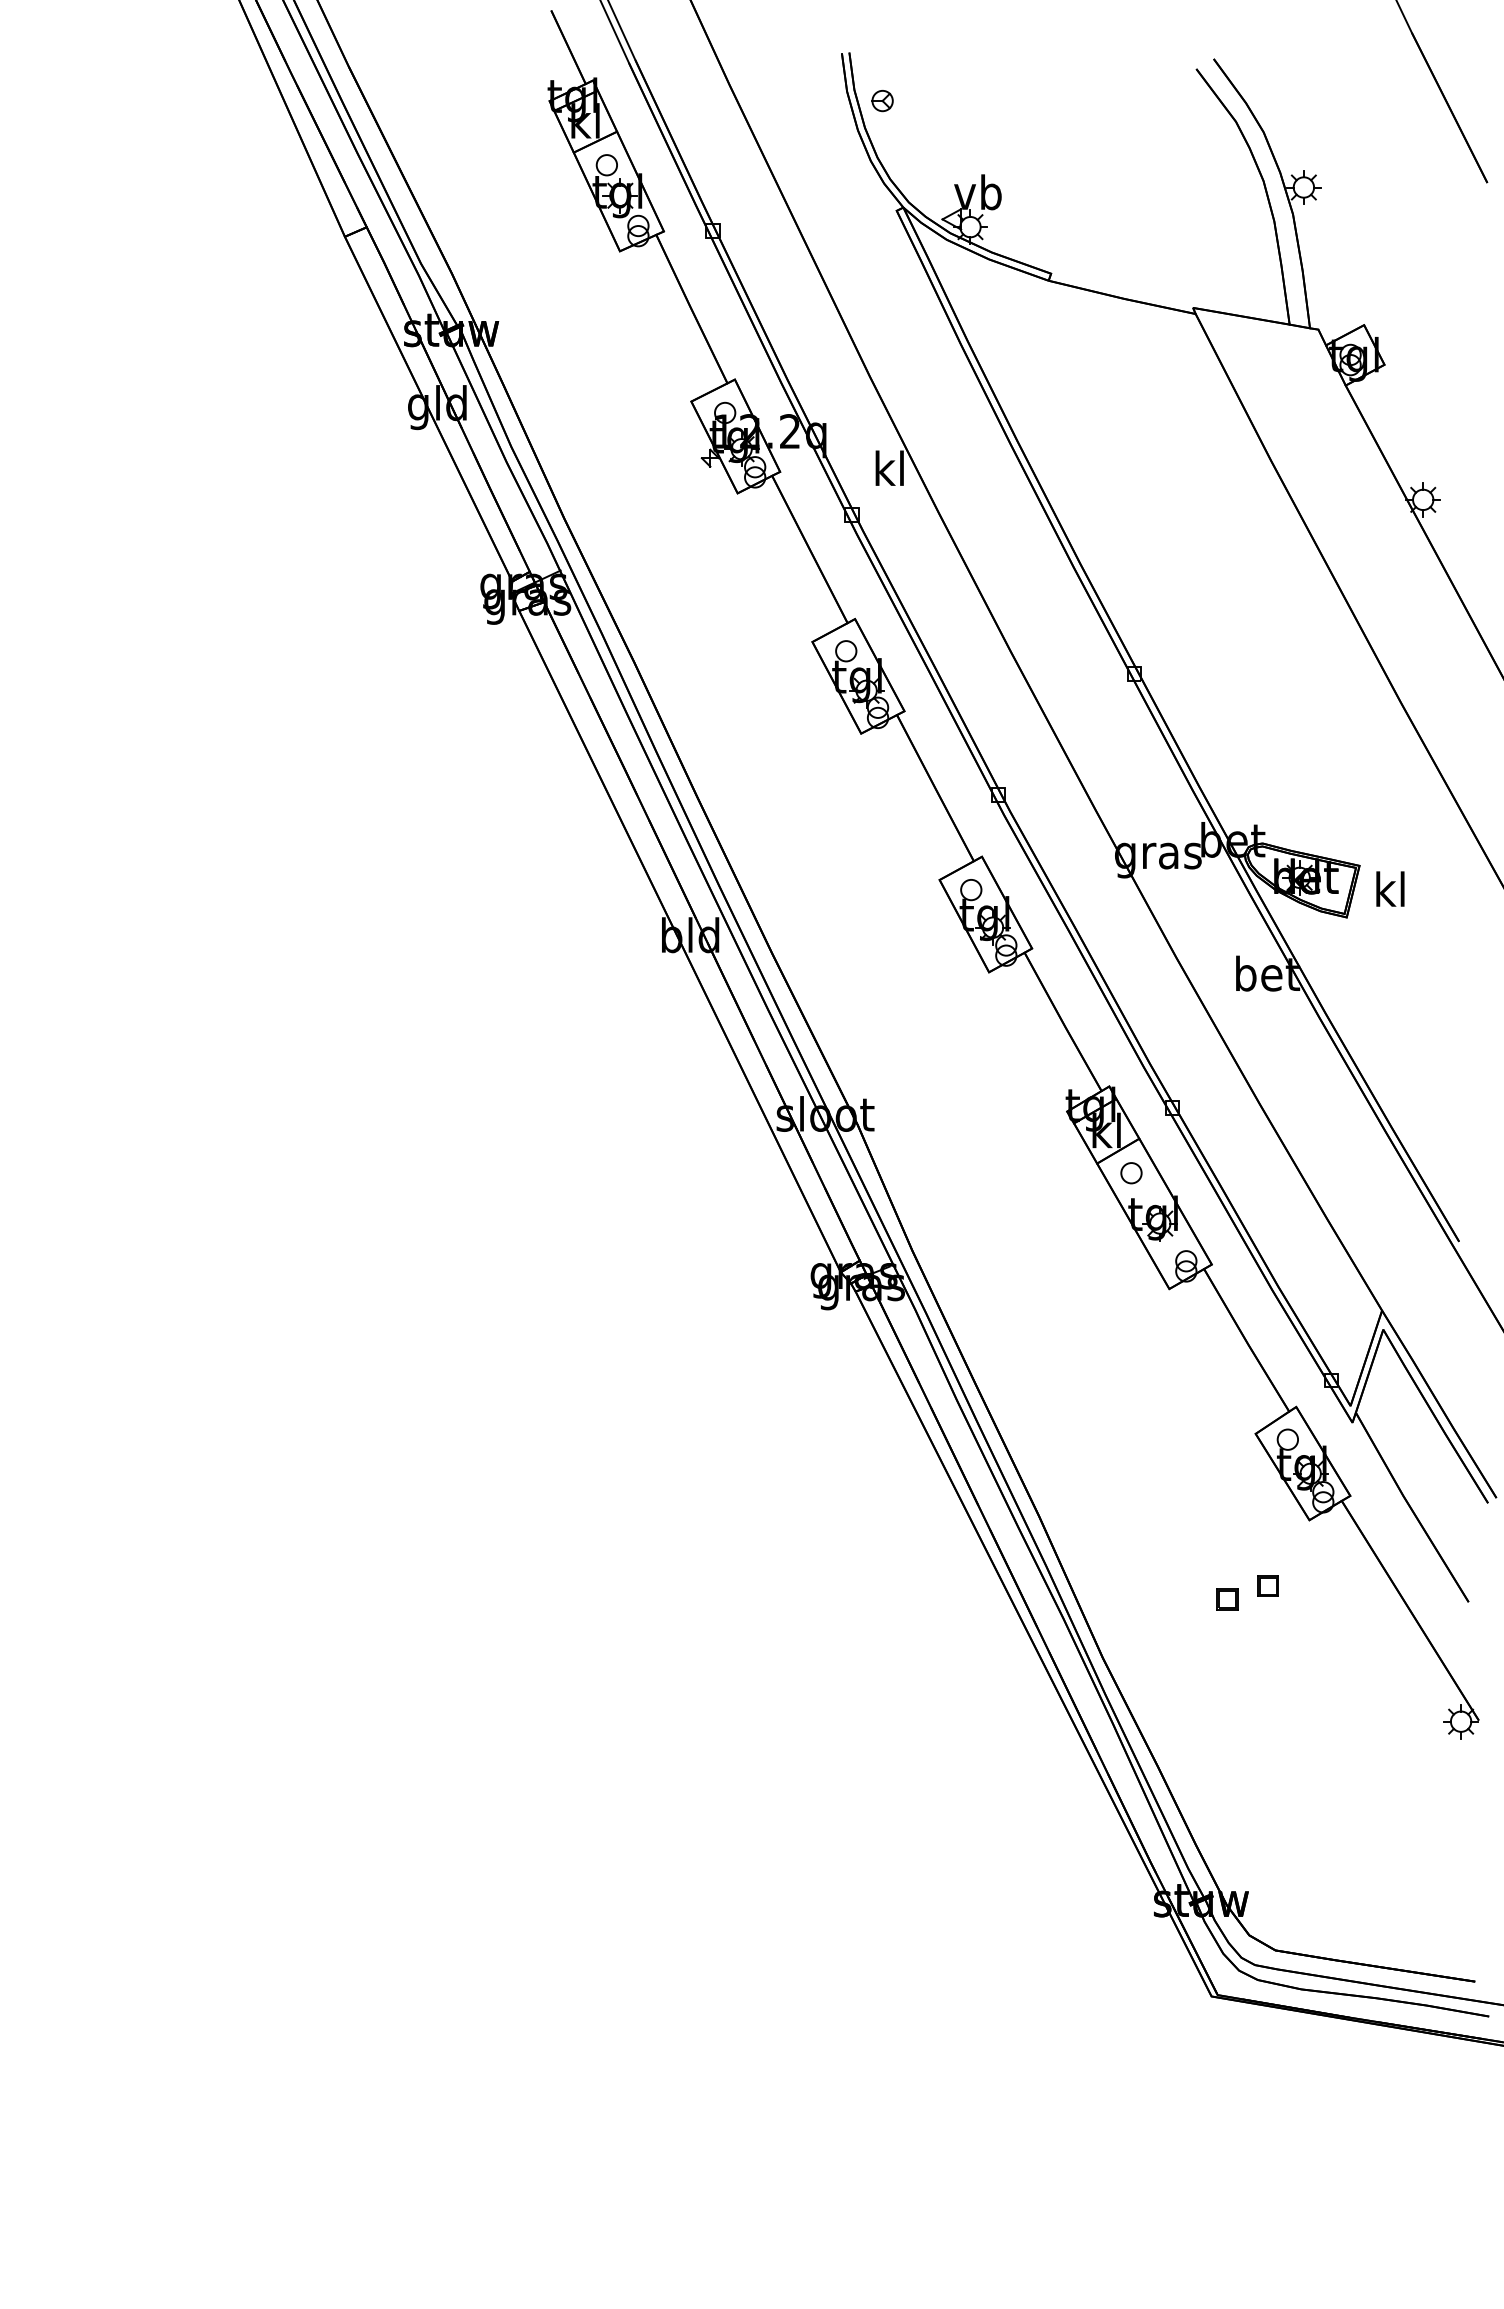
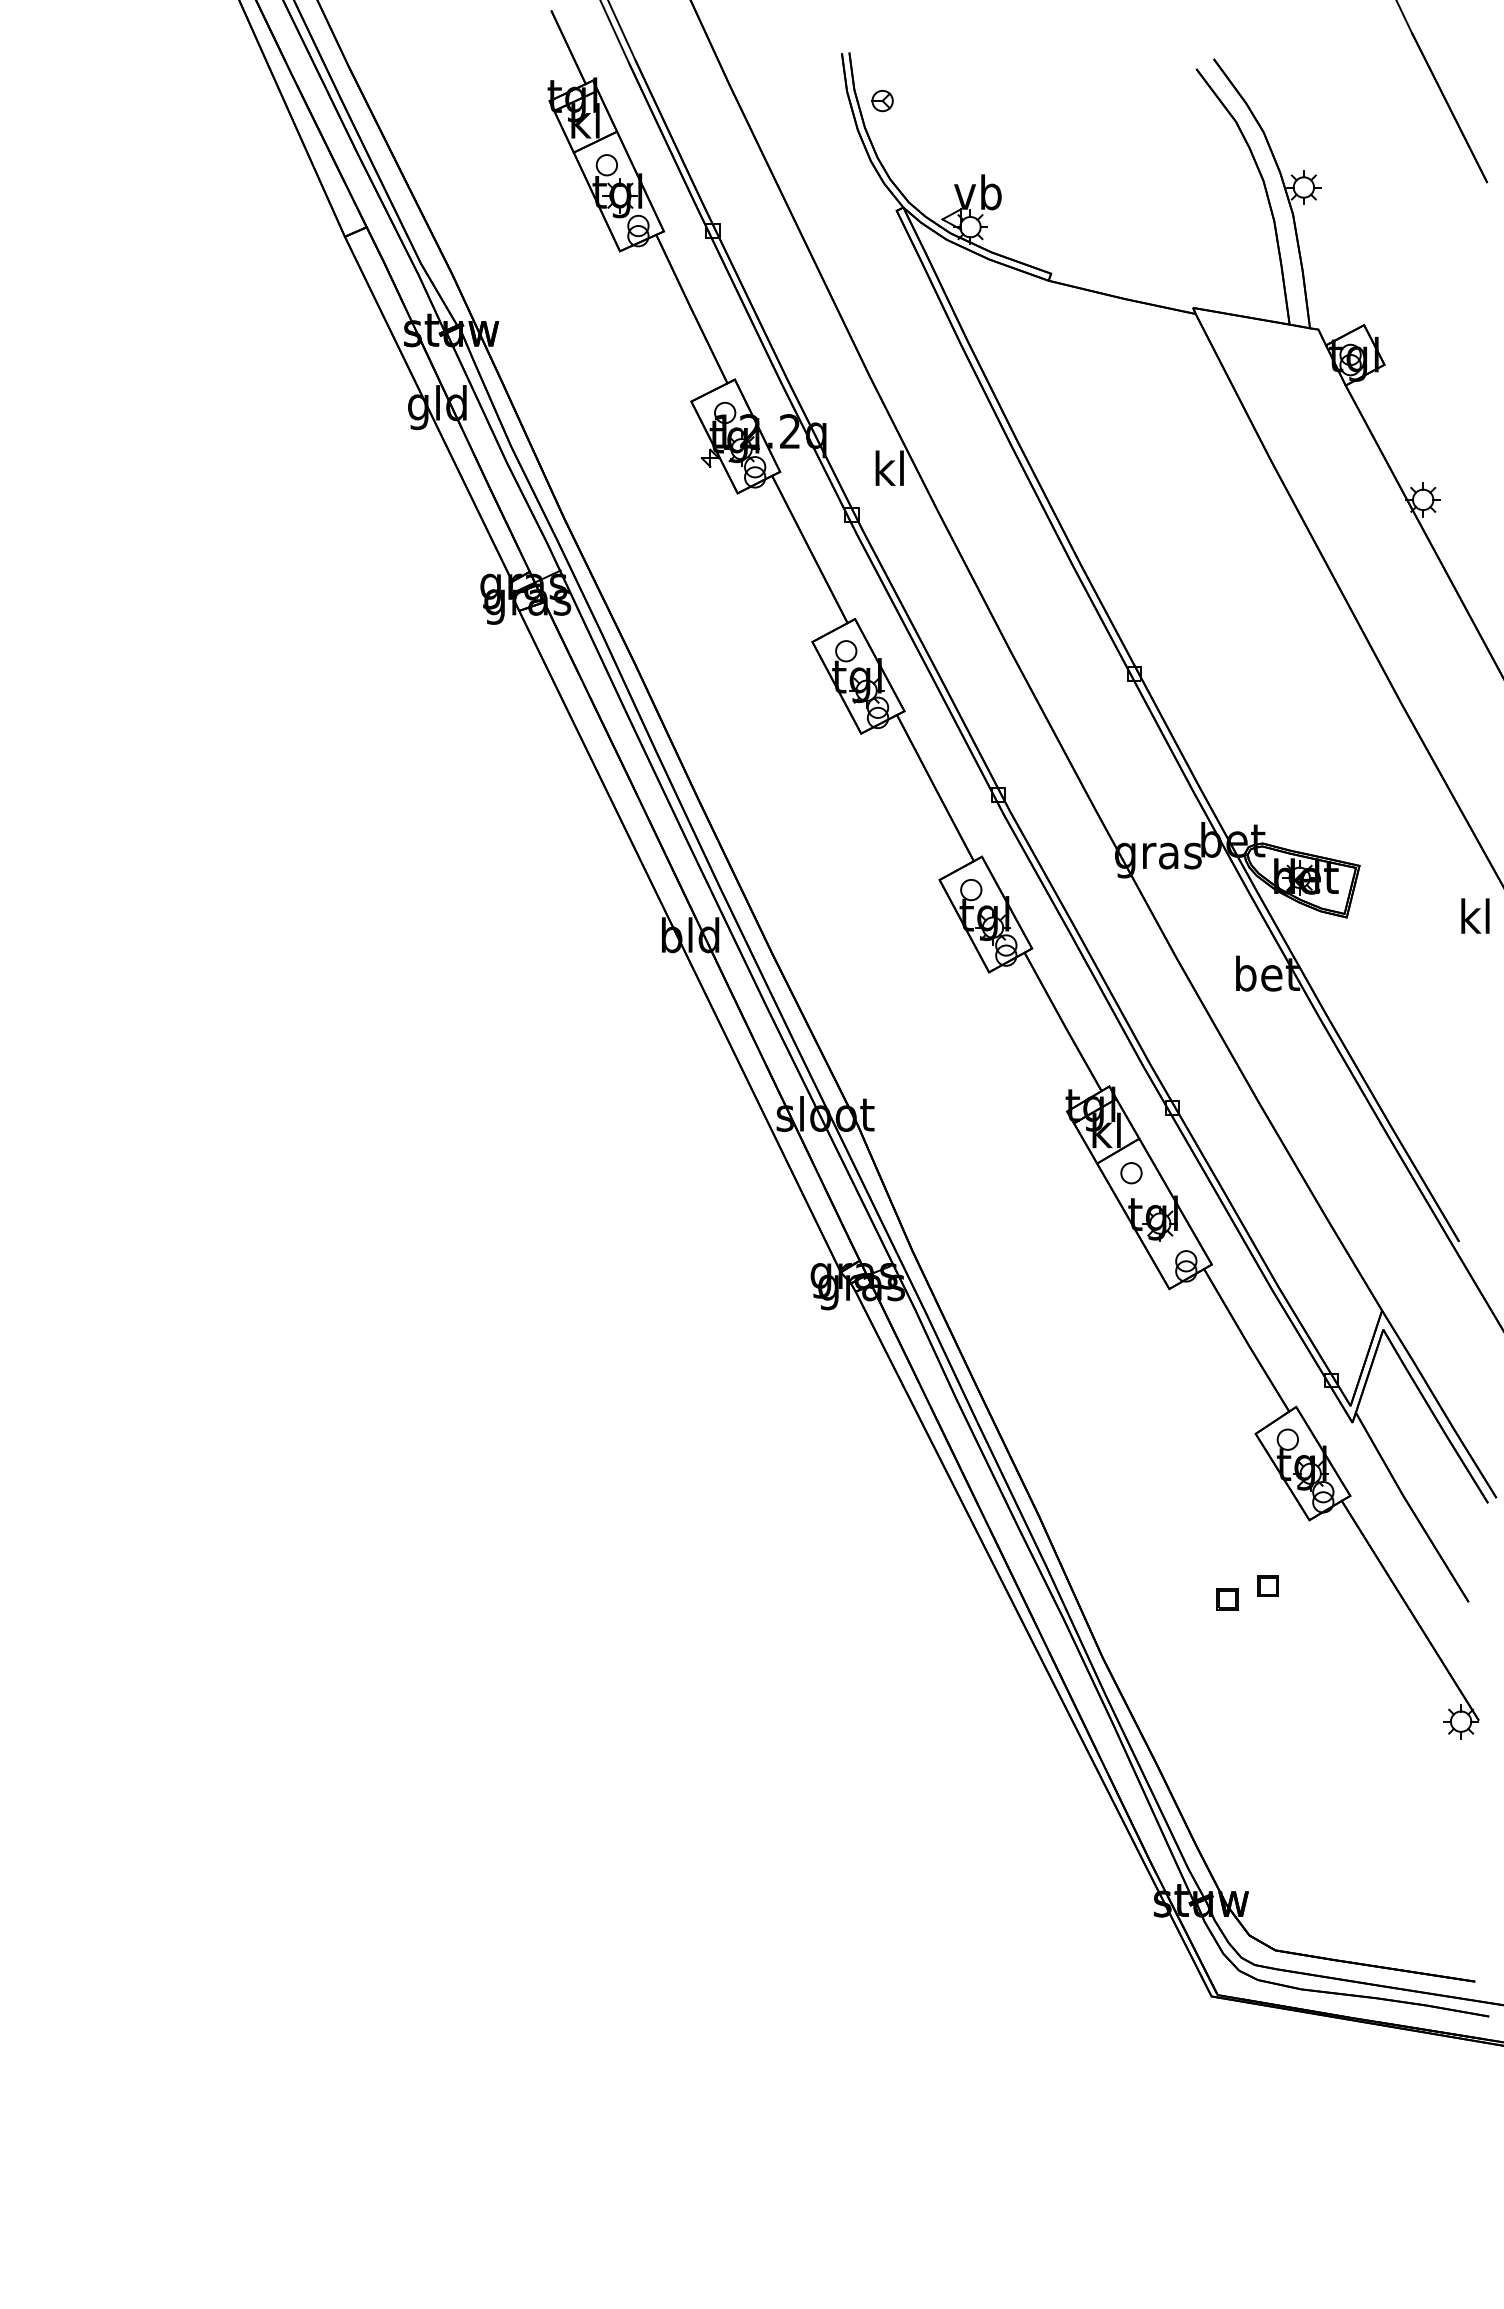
text at (1390, 888) position: (1390, 888) -> (1475, 915)
